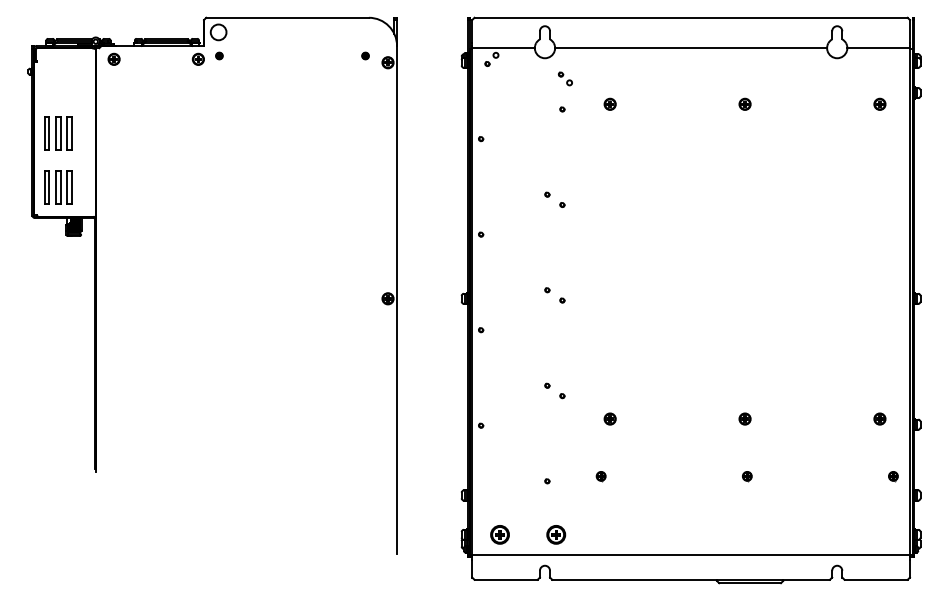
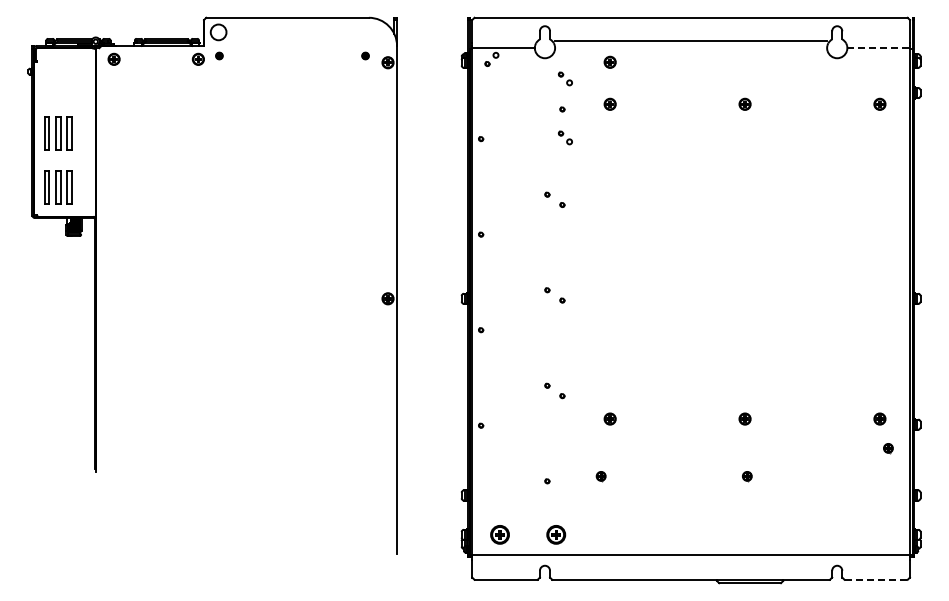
line at (691, 48) position: (691, 48) -> (691, 41)
line at (879, 48): solid -> dashed
part at (609, 61): none -> present
part at (564, 137): none -> present
part at (893, 476) position: (893, 476) -> (888, 448)
line at (876, 579): solid -> dashed
